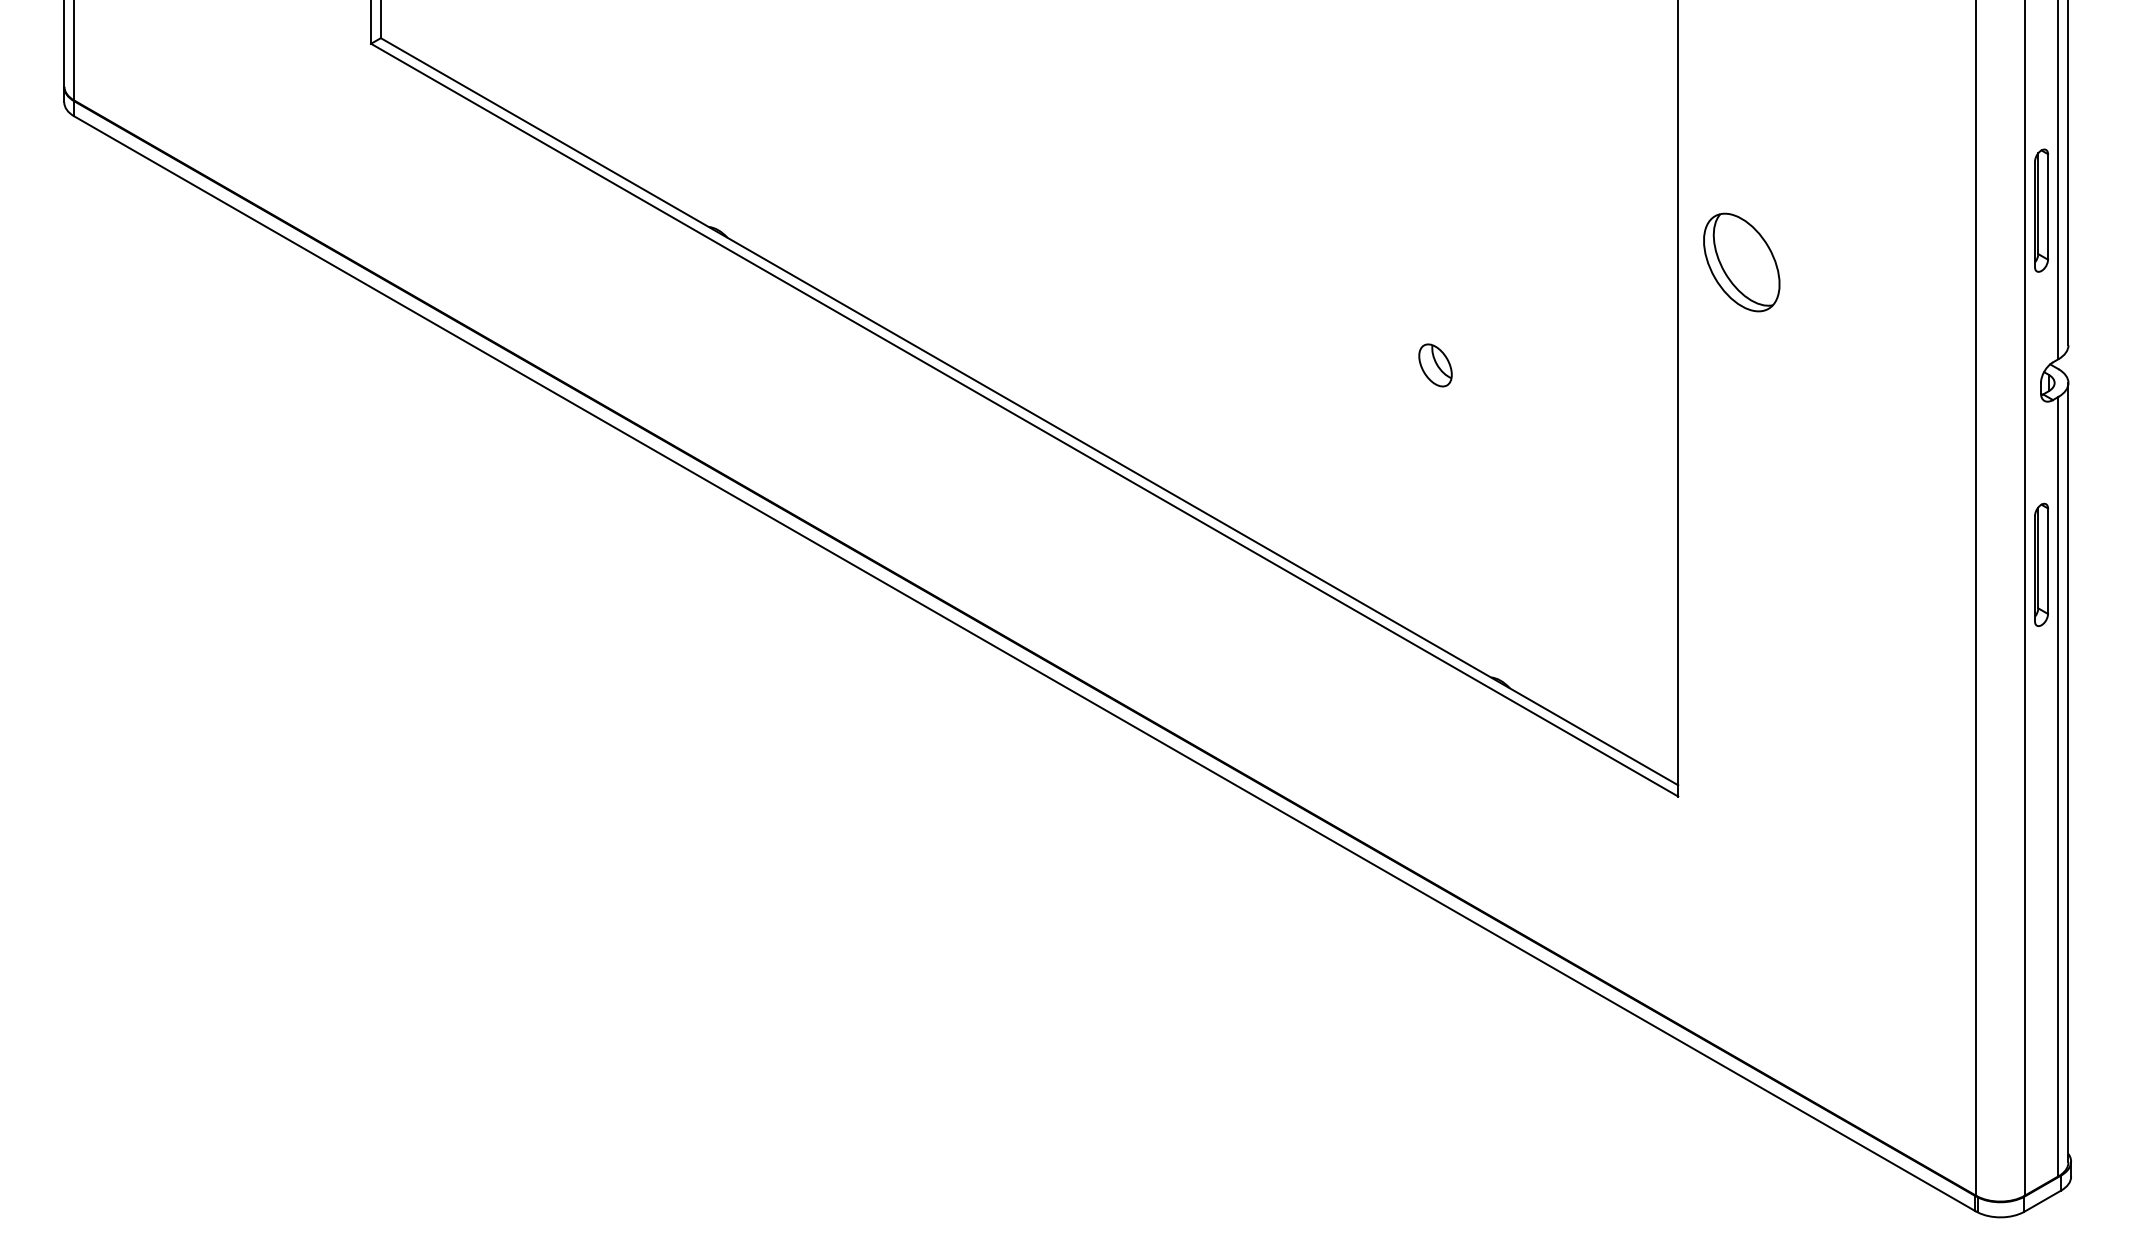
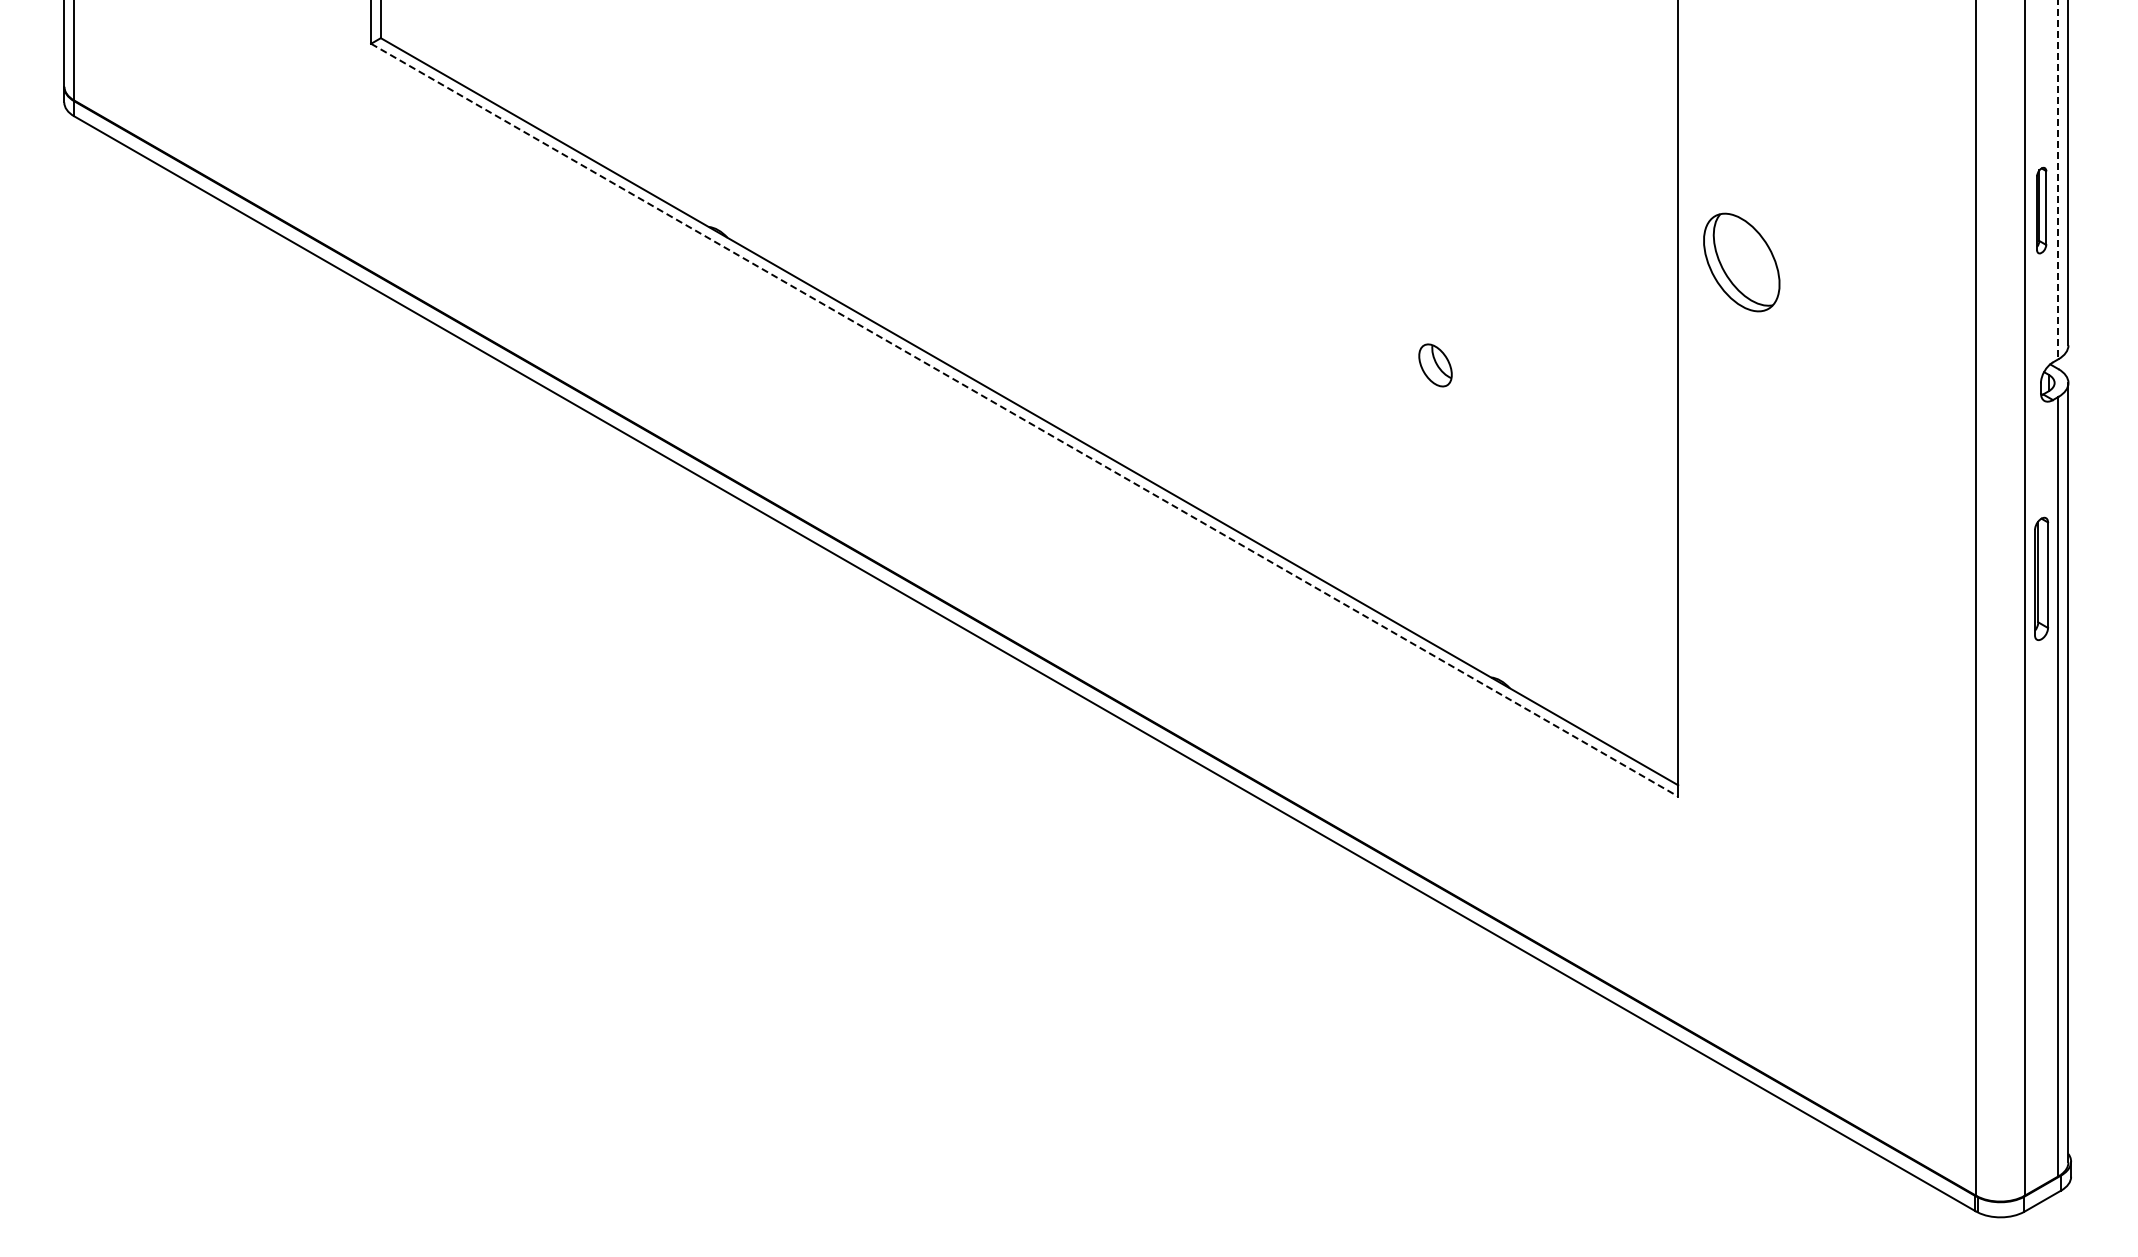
line at (2058, 180): solid -> dashed
part at (2041, 210) size: 16x125 px -> 12x88 px
line at (1025, 420): solid -> dashed
part at (2041, 564) position: (2041, 564) -> (2041, 578)
